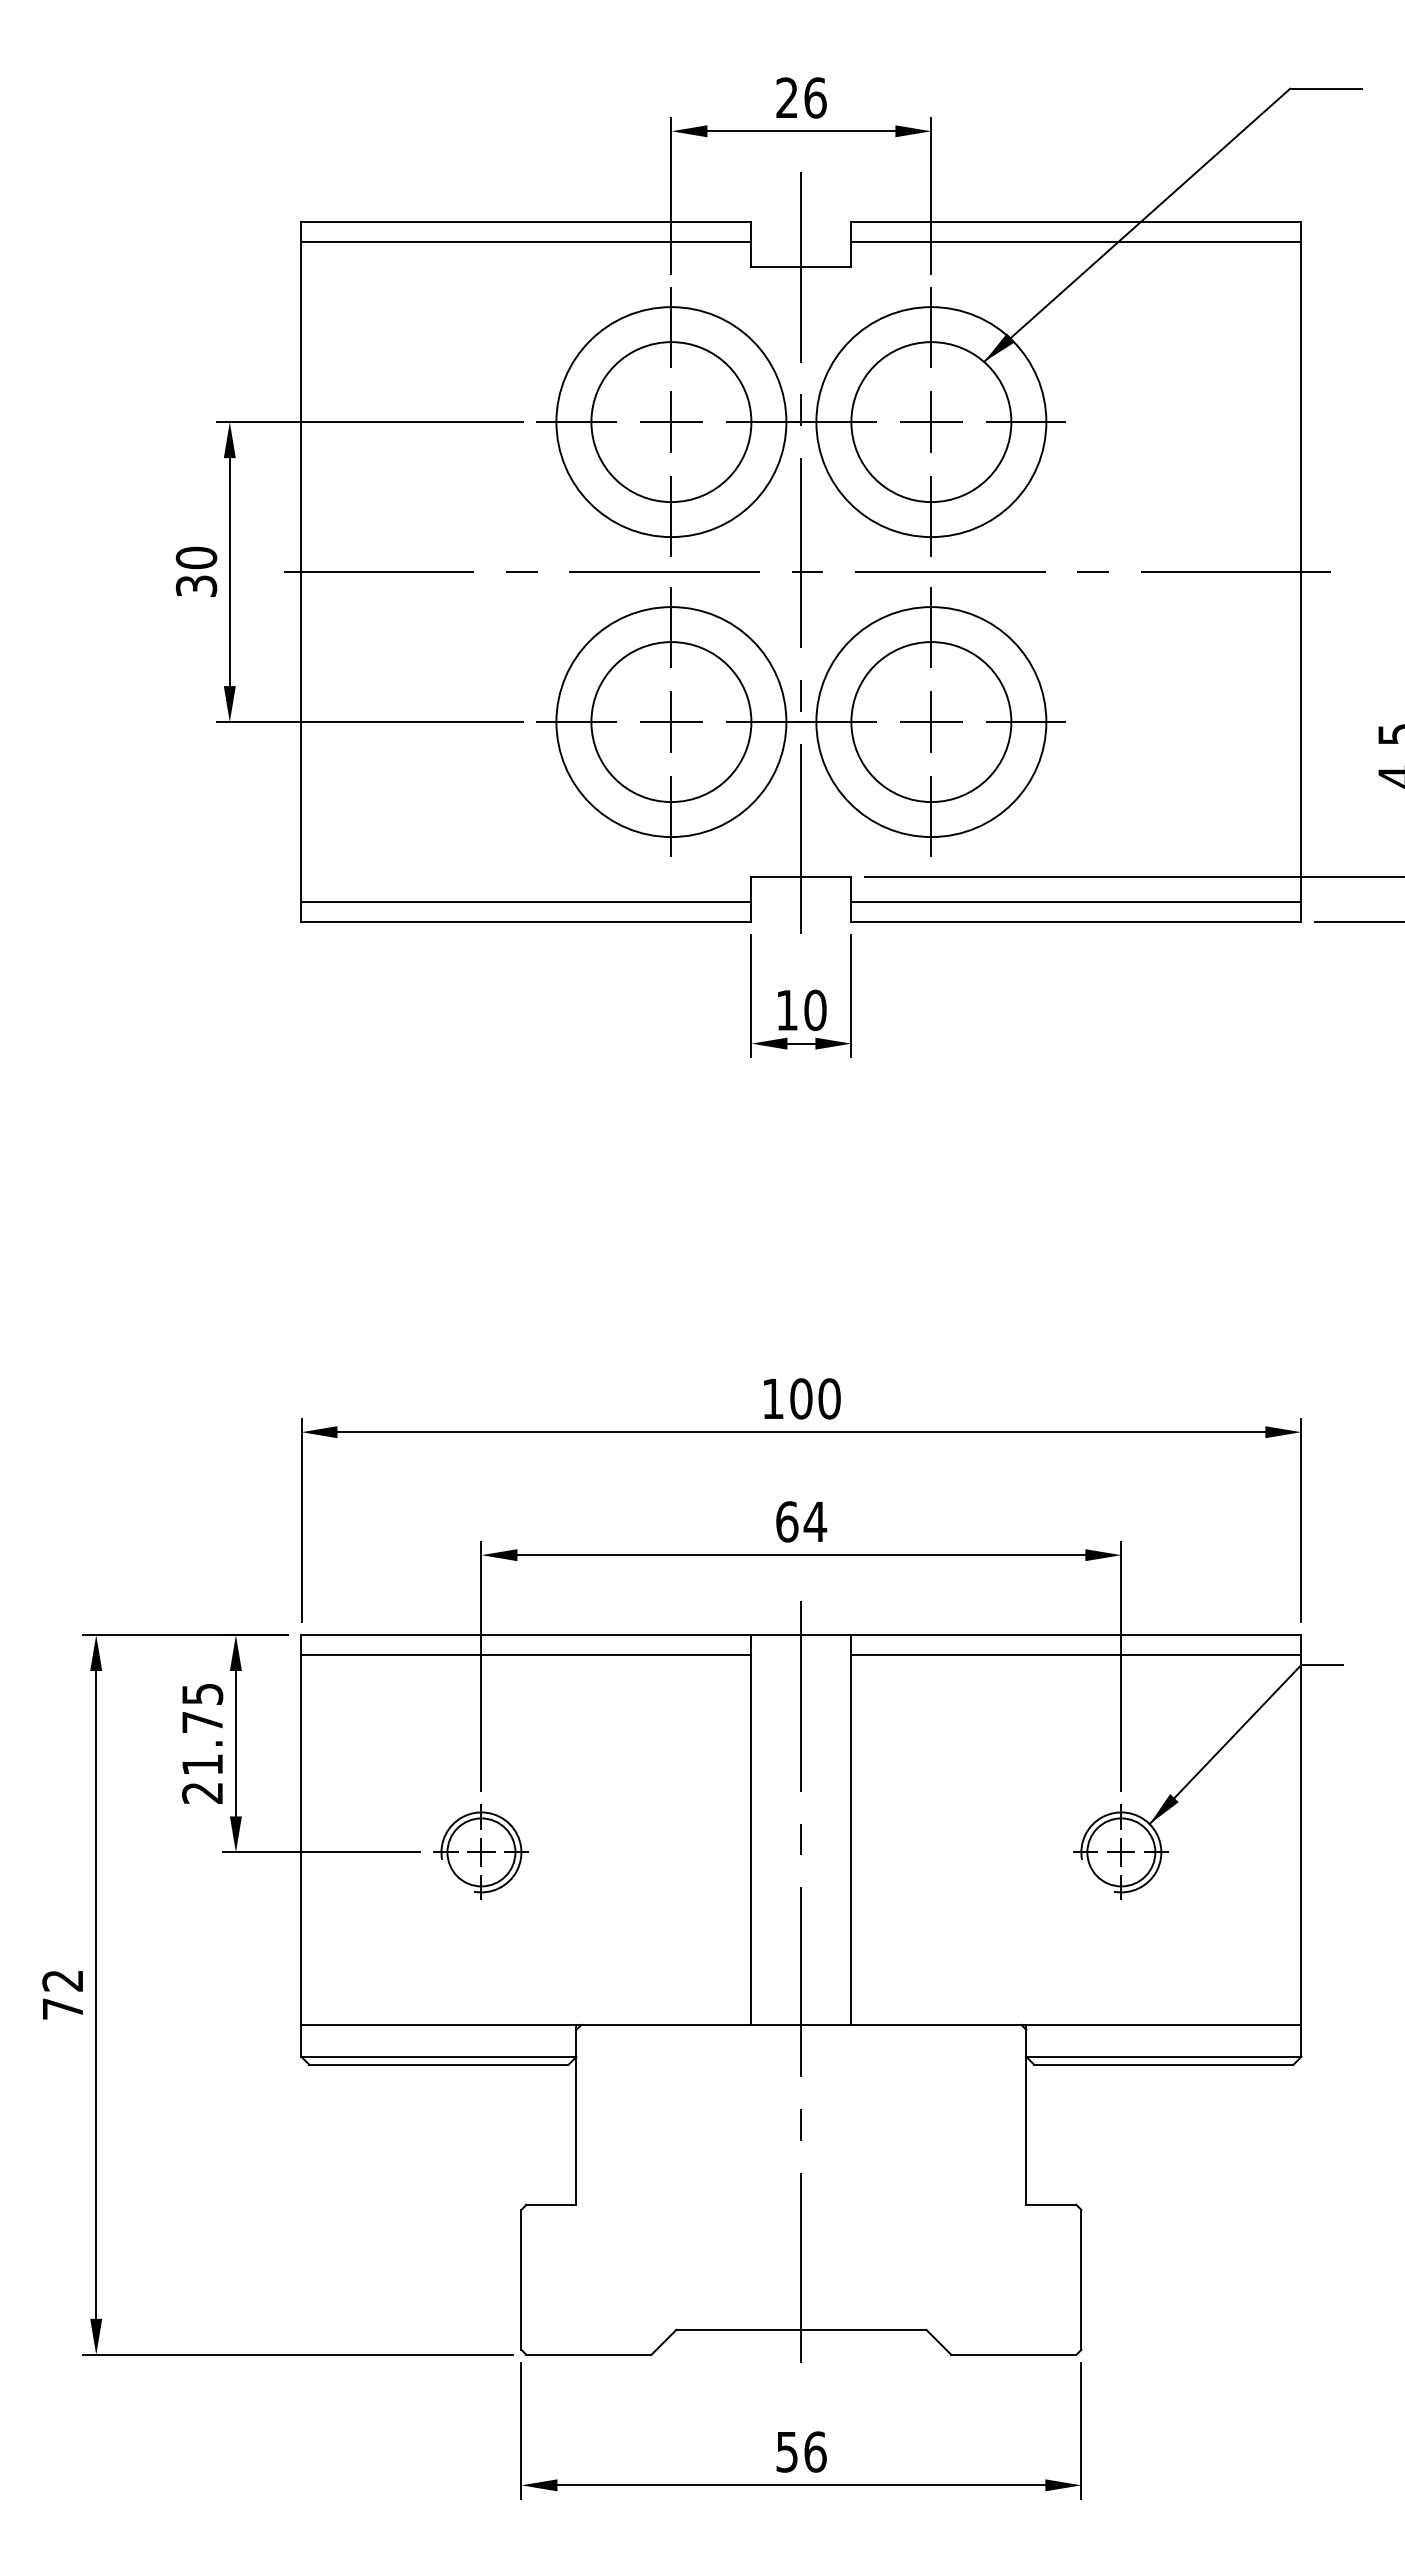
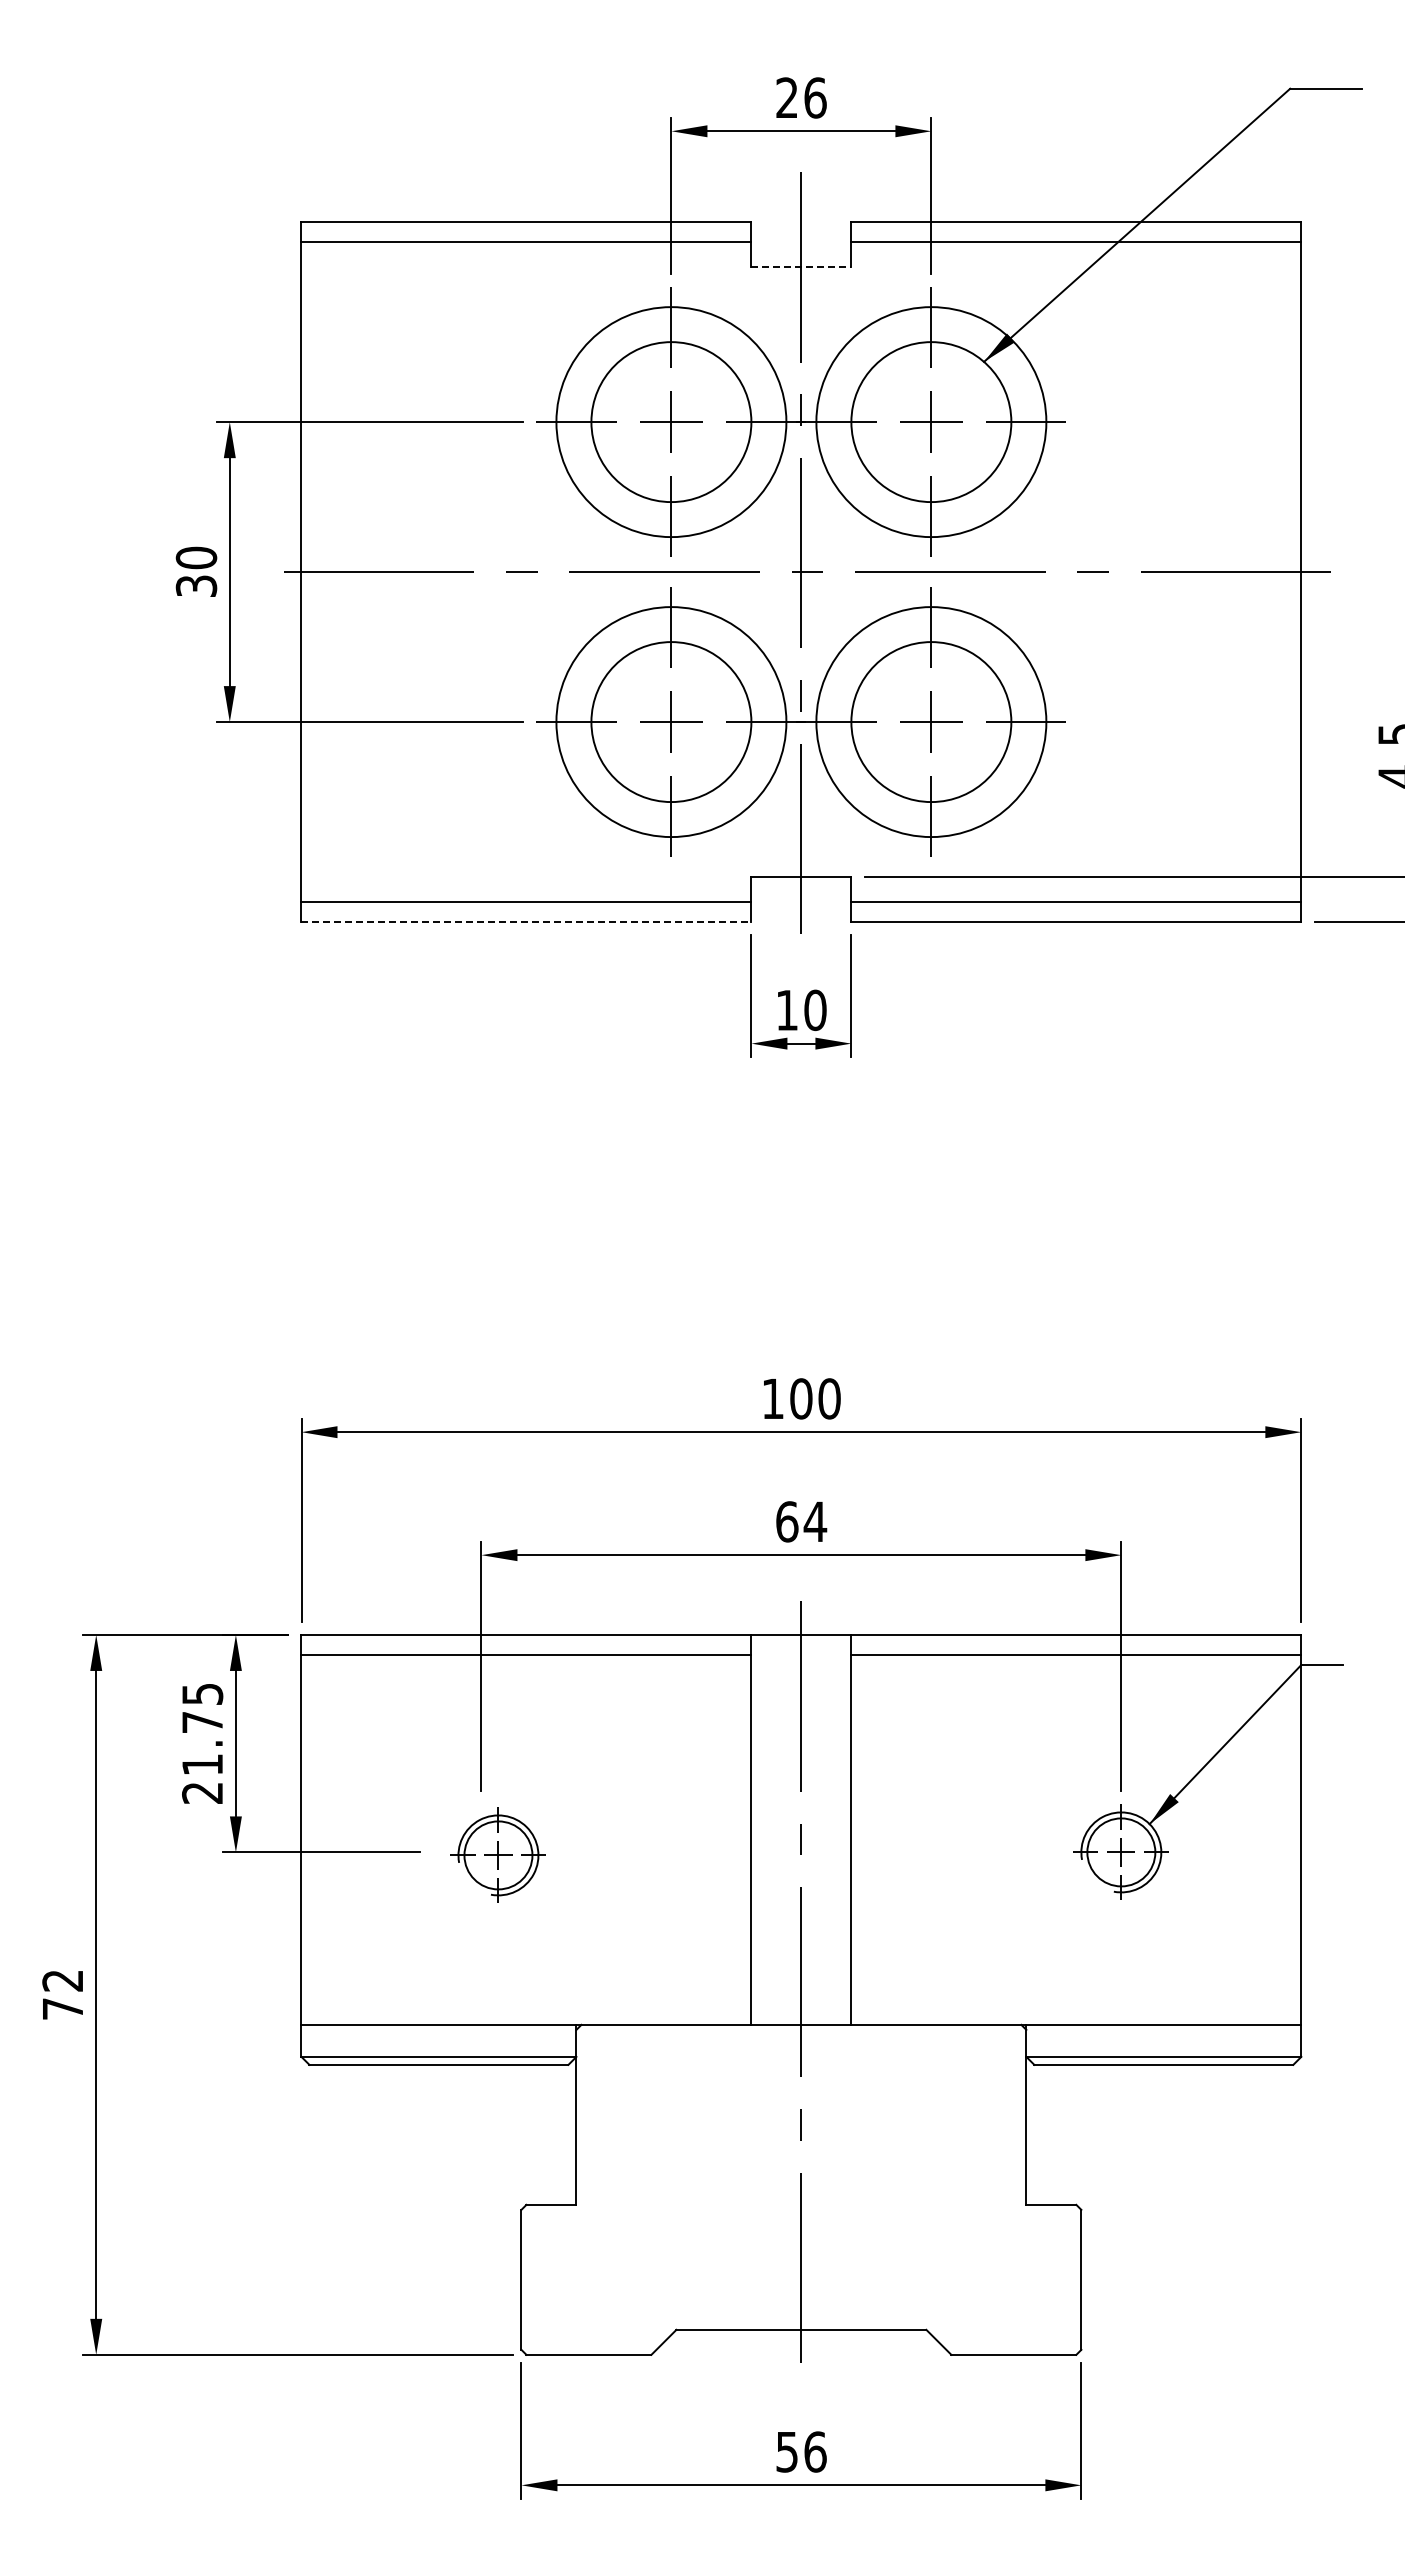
line at (801, 267): solid -> dashed
line at (526, 922): solid -> dashed
part at (480, 1851) position: (480, 1851) -> (497, 1854)
